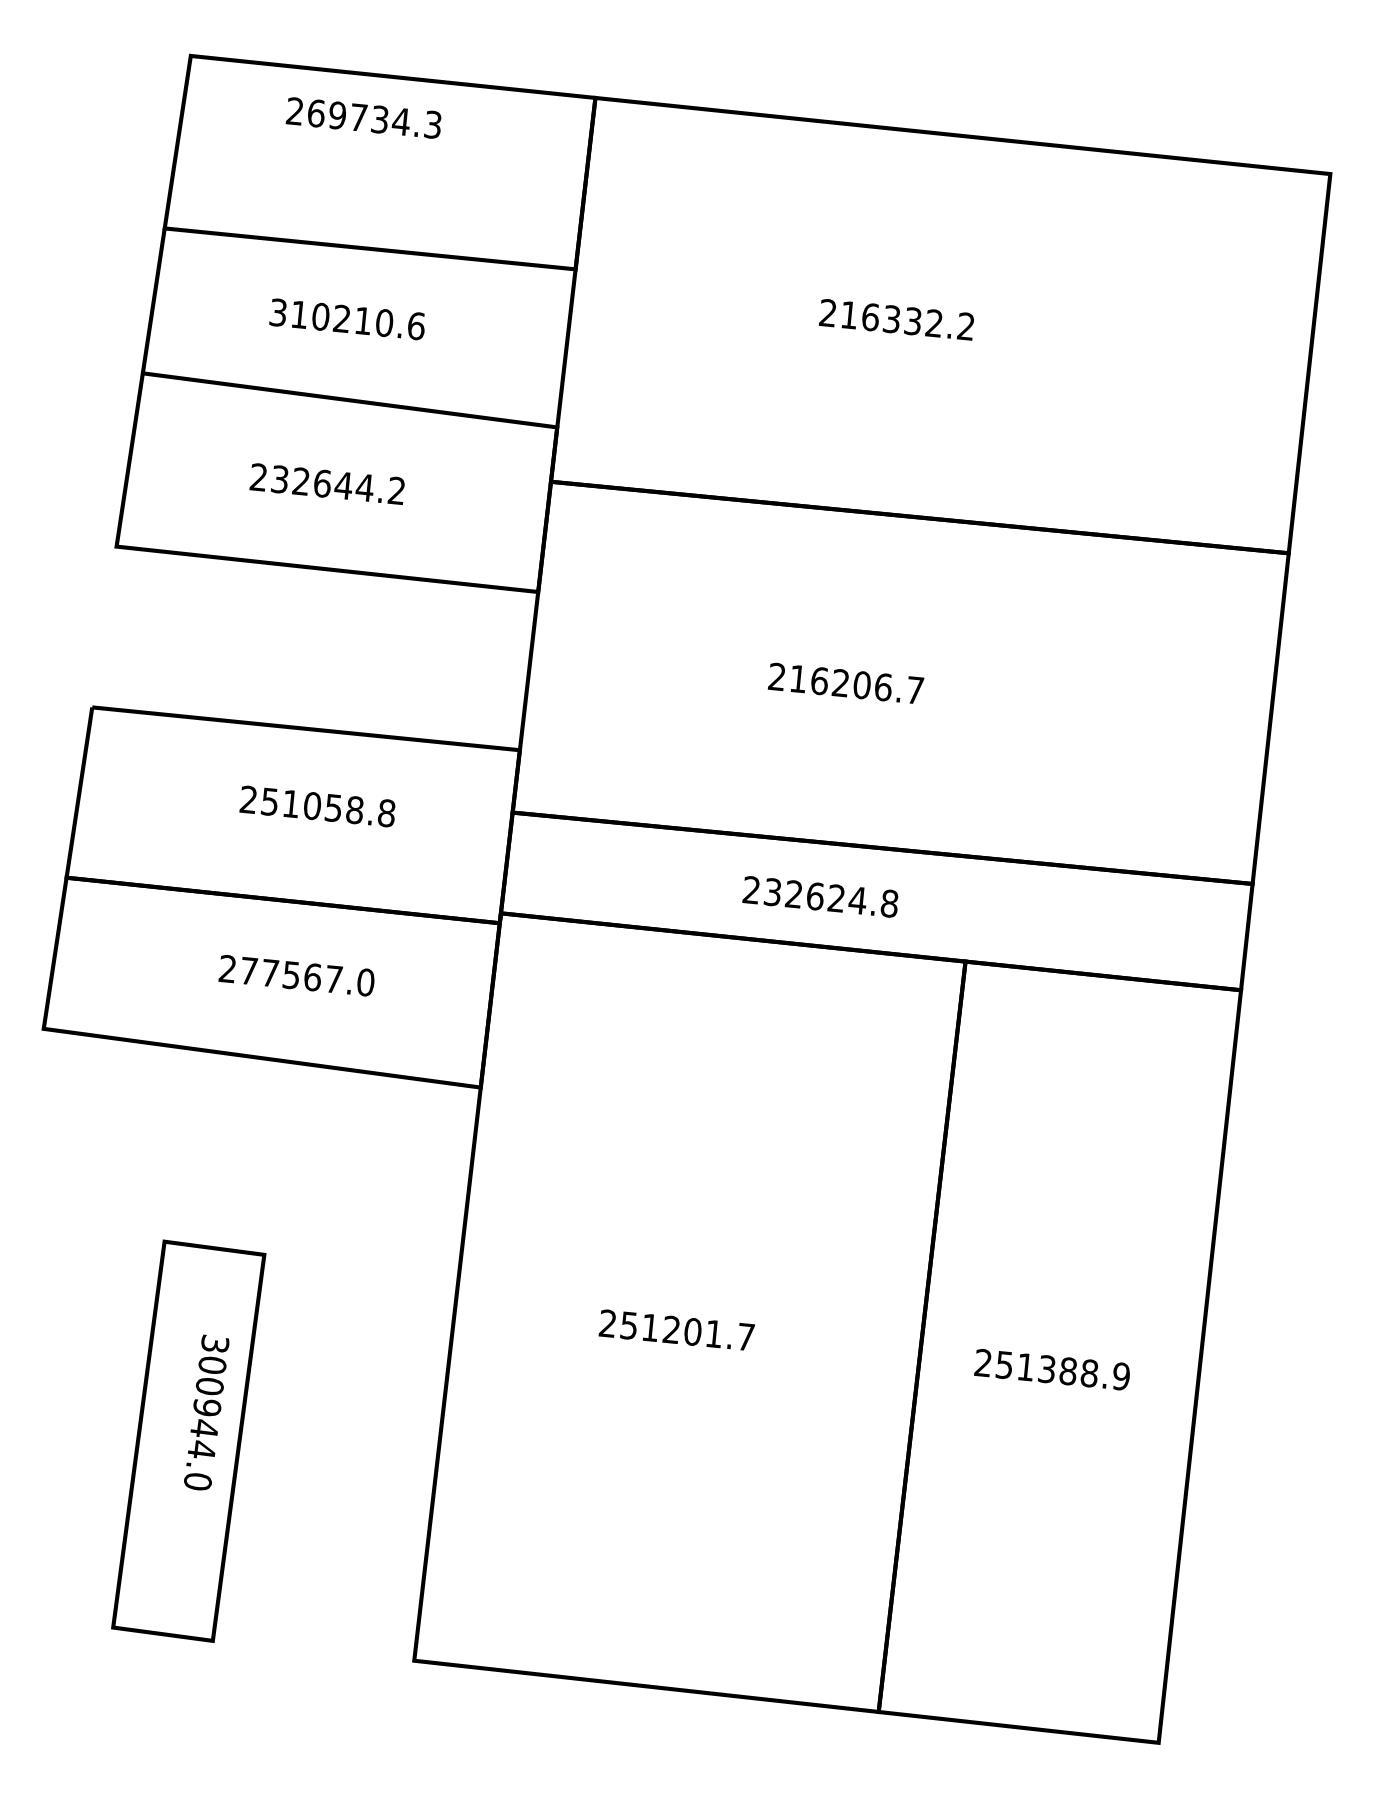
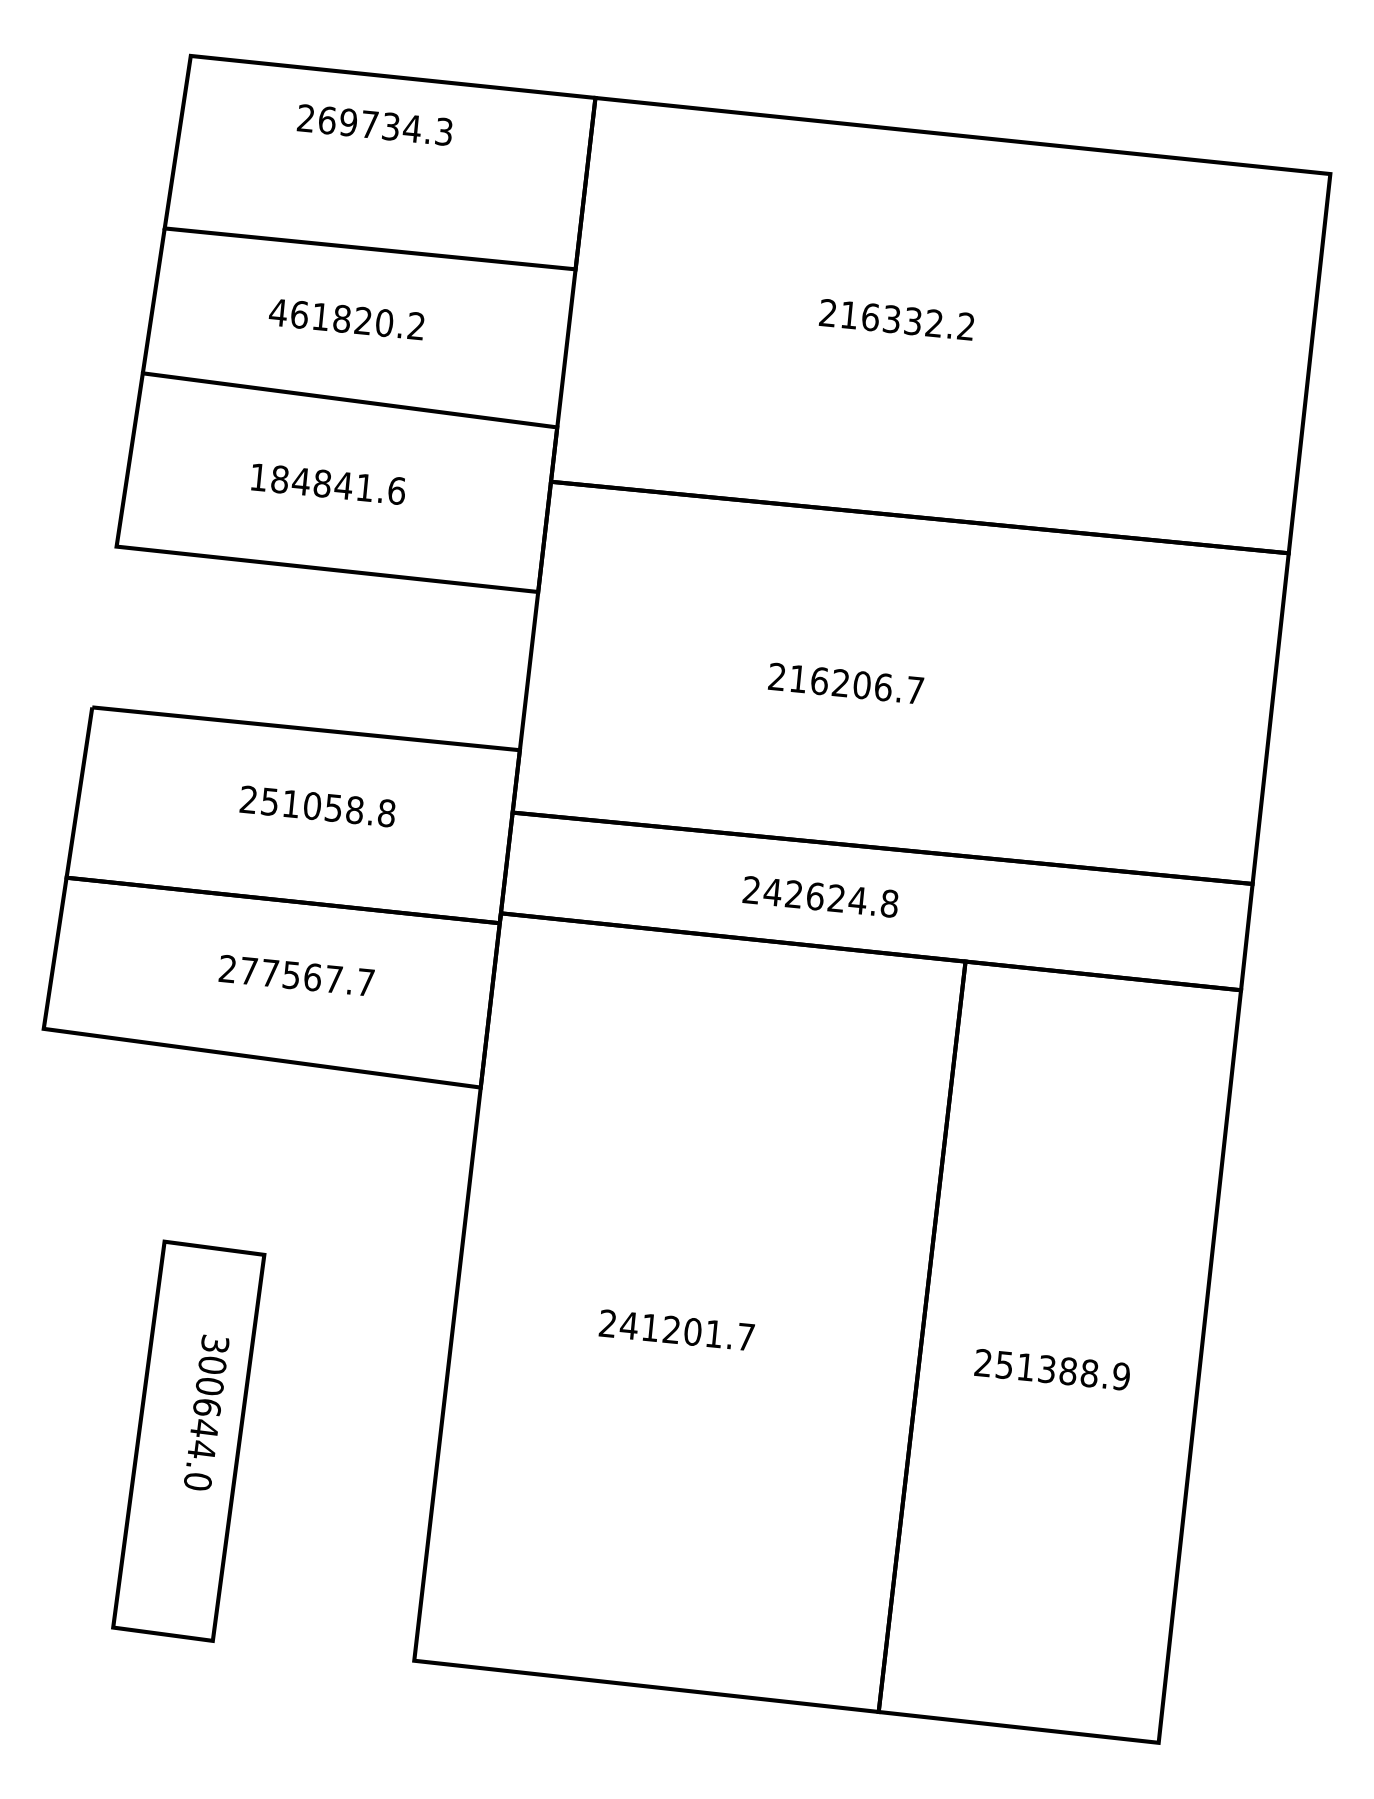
text at (363, 117) position: (363, 117) -> (374, 124)
text at (346, 319): 310210.6 -> 461820.2
text at (326, 483): 232644.2 -> 184841.6
text at (772, 892): 232624.8 -> 242624.8
text at (365, 982): 277567.0 -> 277567.7
text at (628, 1325): 251201.7 -> 241201.7
text at (207, 1407): 300944.0 -> 300644.0
